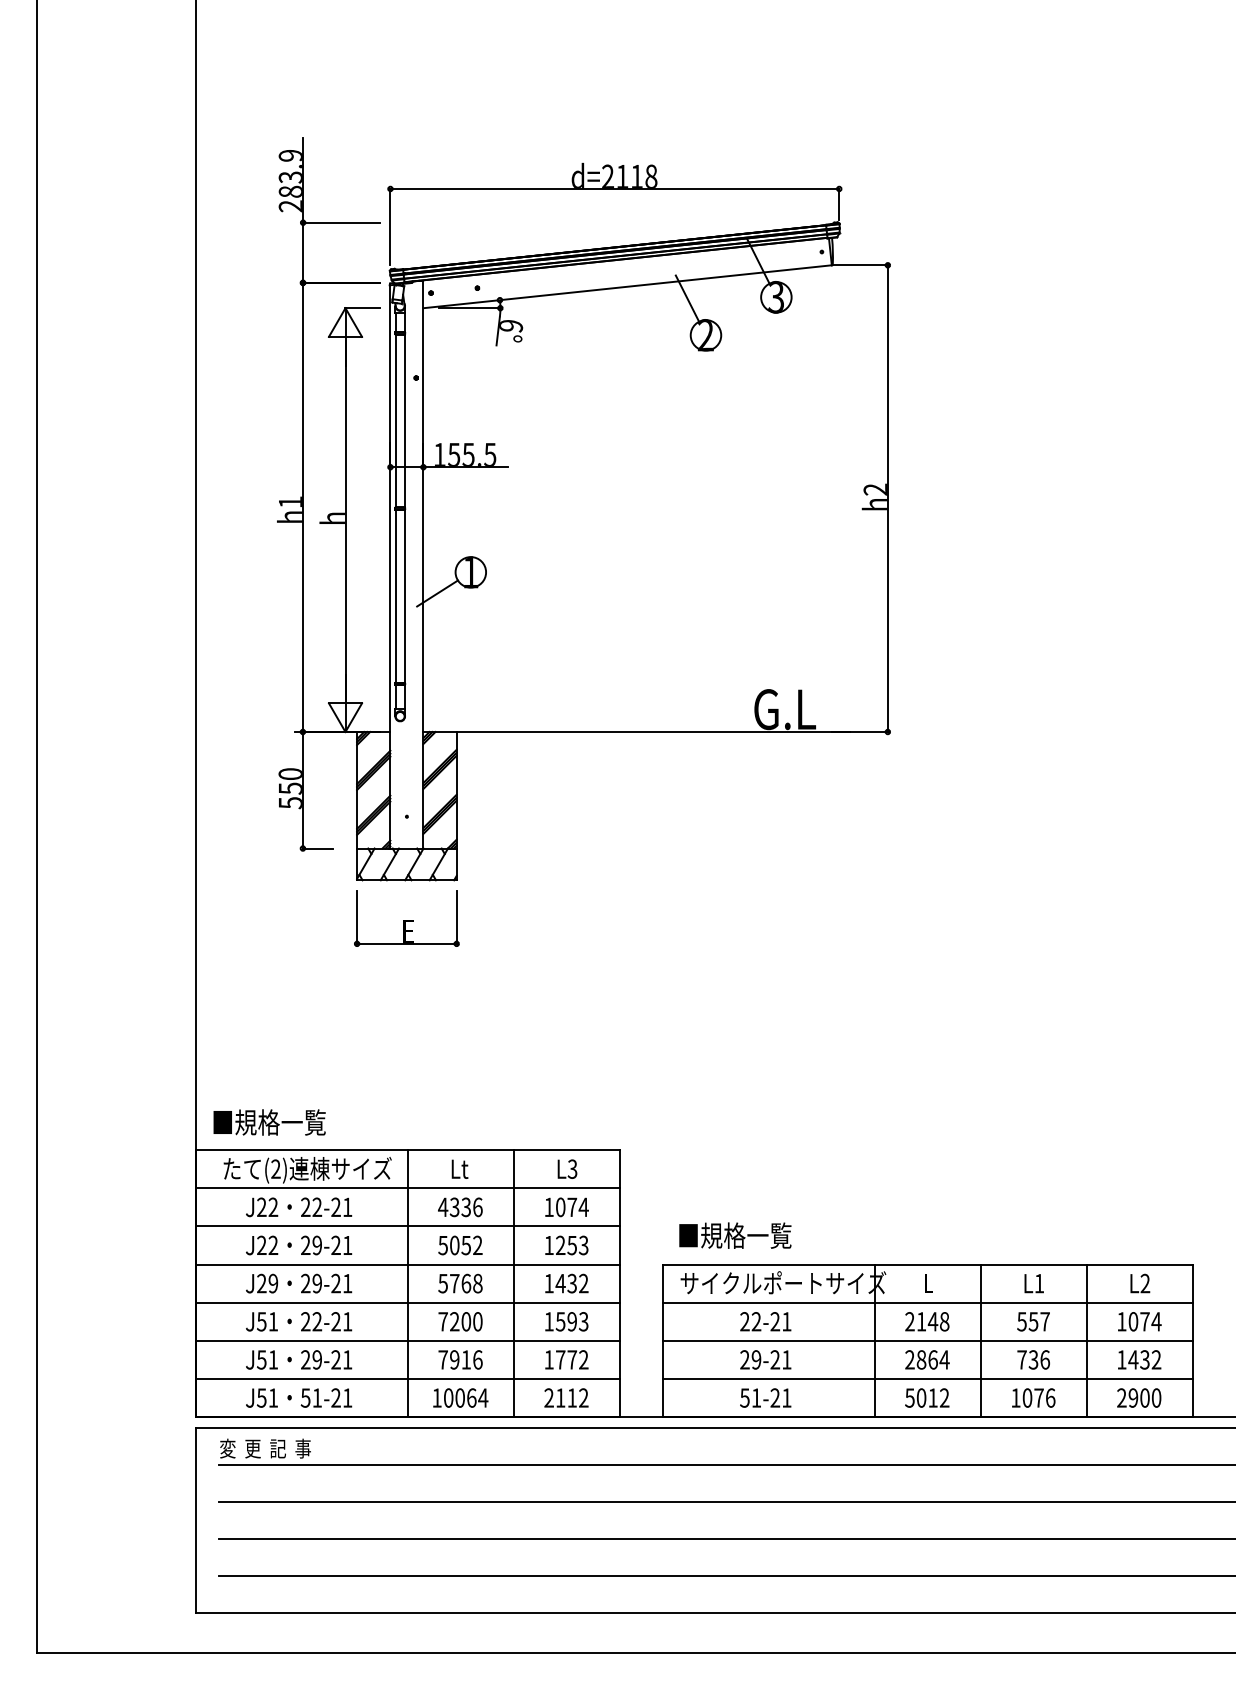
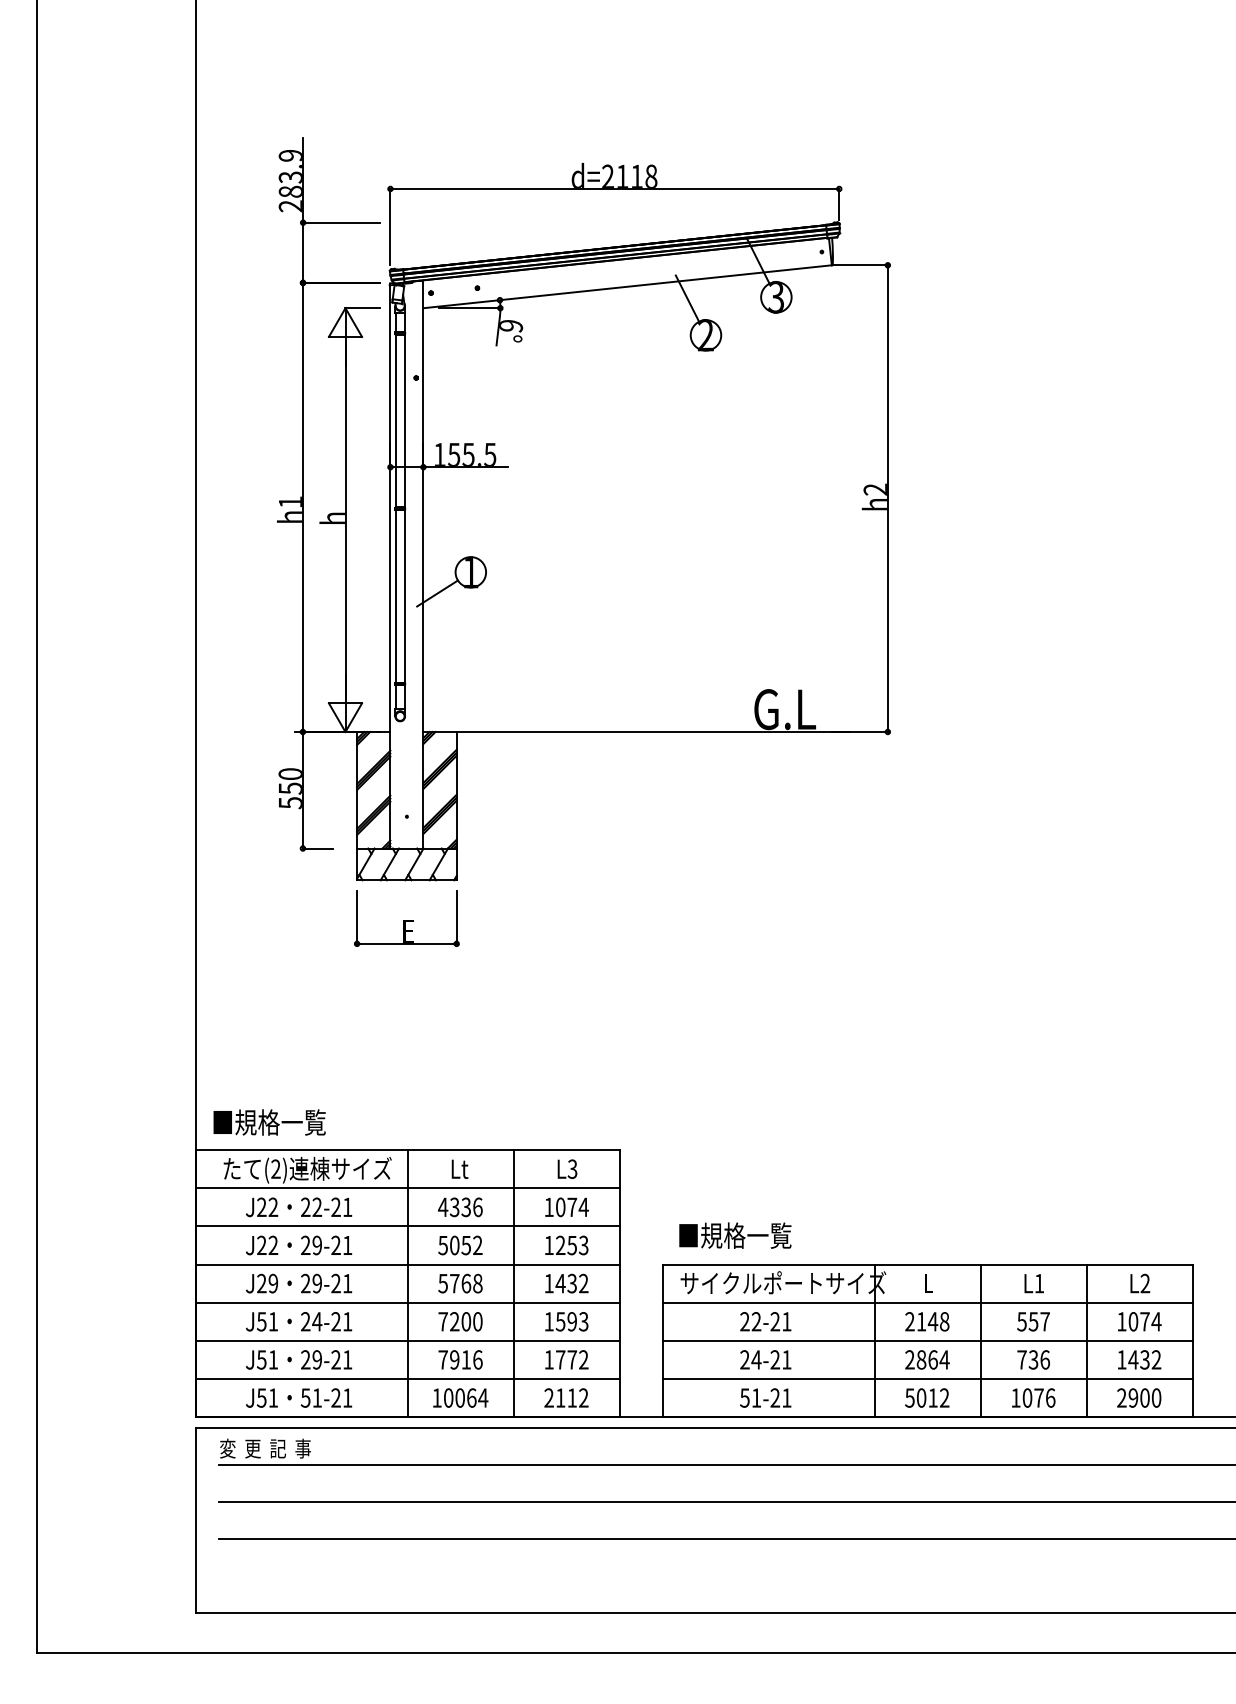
text at (317, 1321): 22-21 -> 24-21
text at (756, 1359): 29-21 -> 24-21
line at (725, 1576): present -> none
